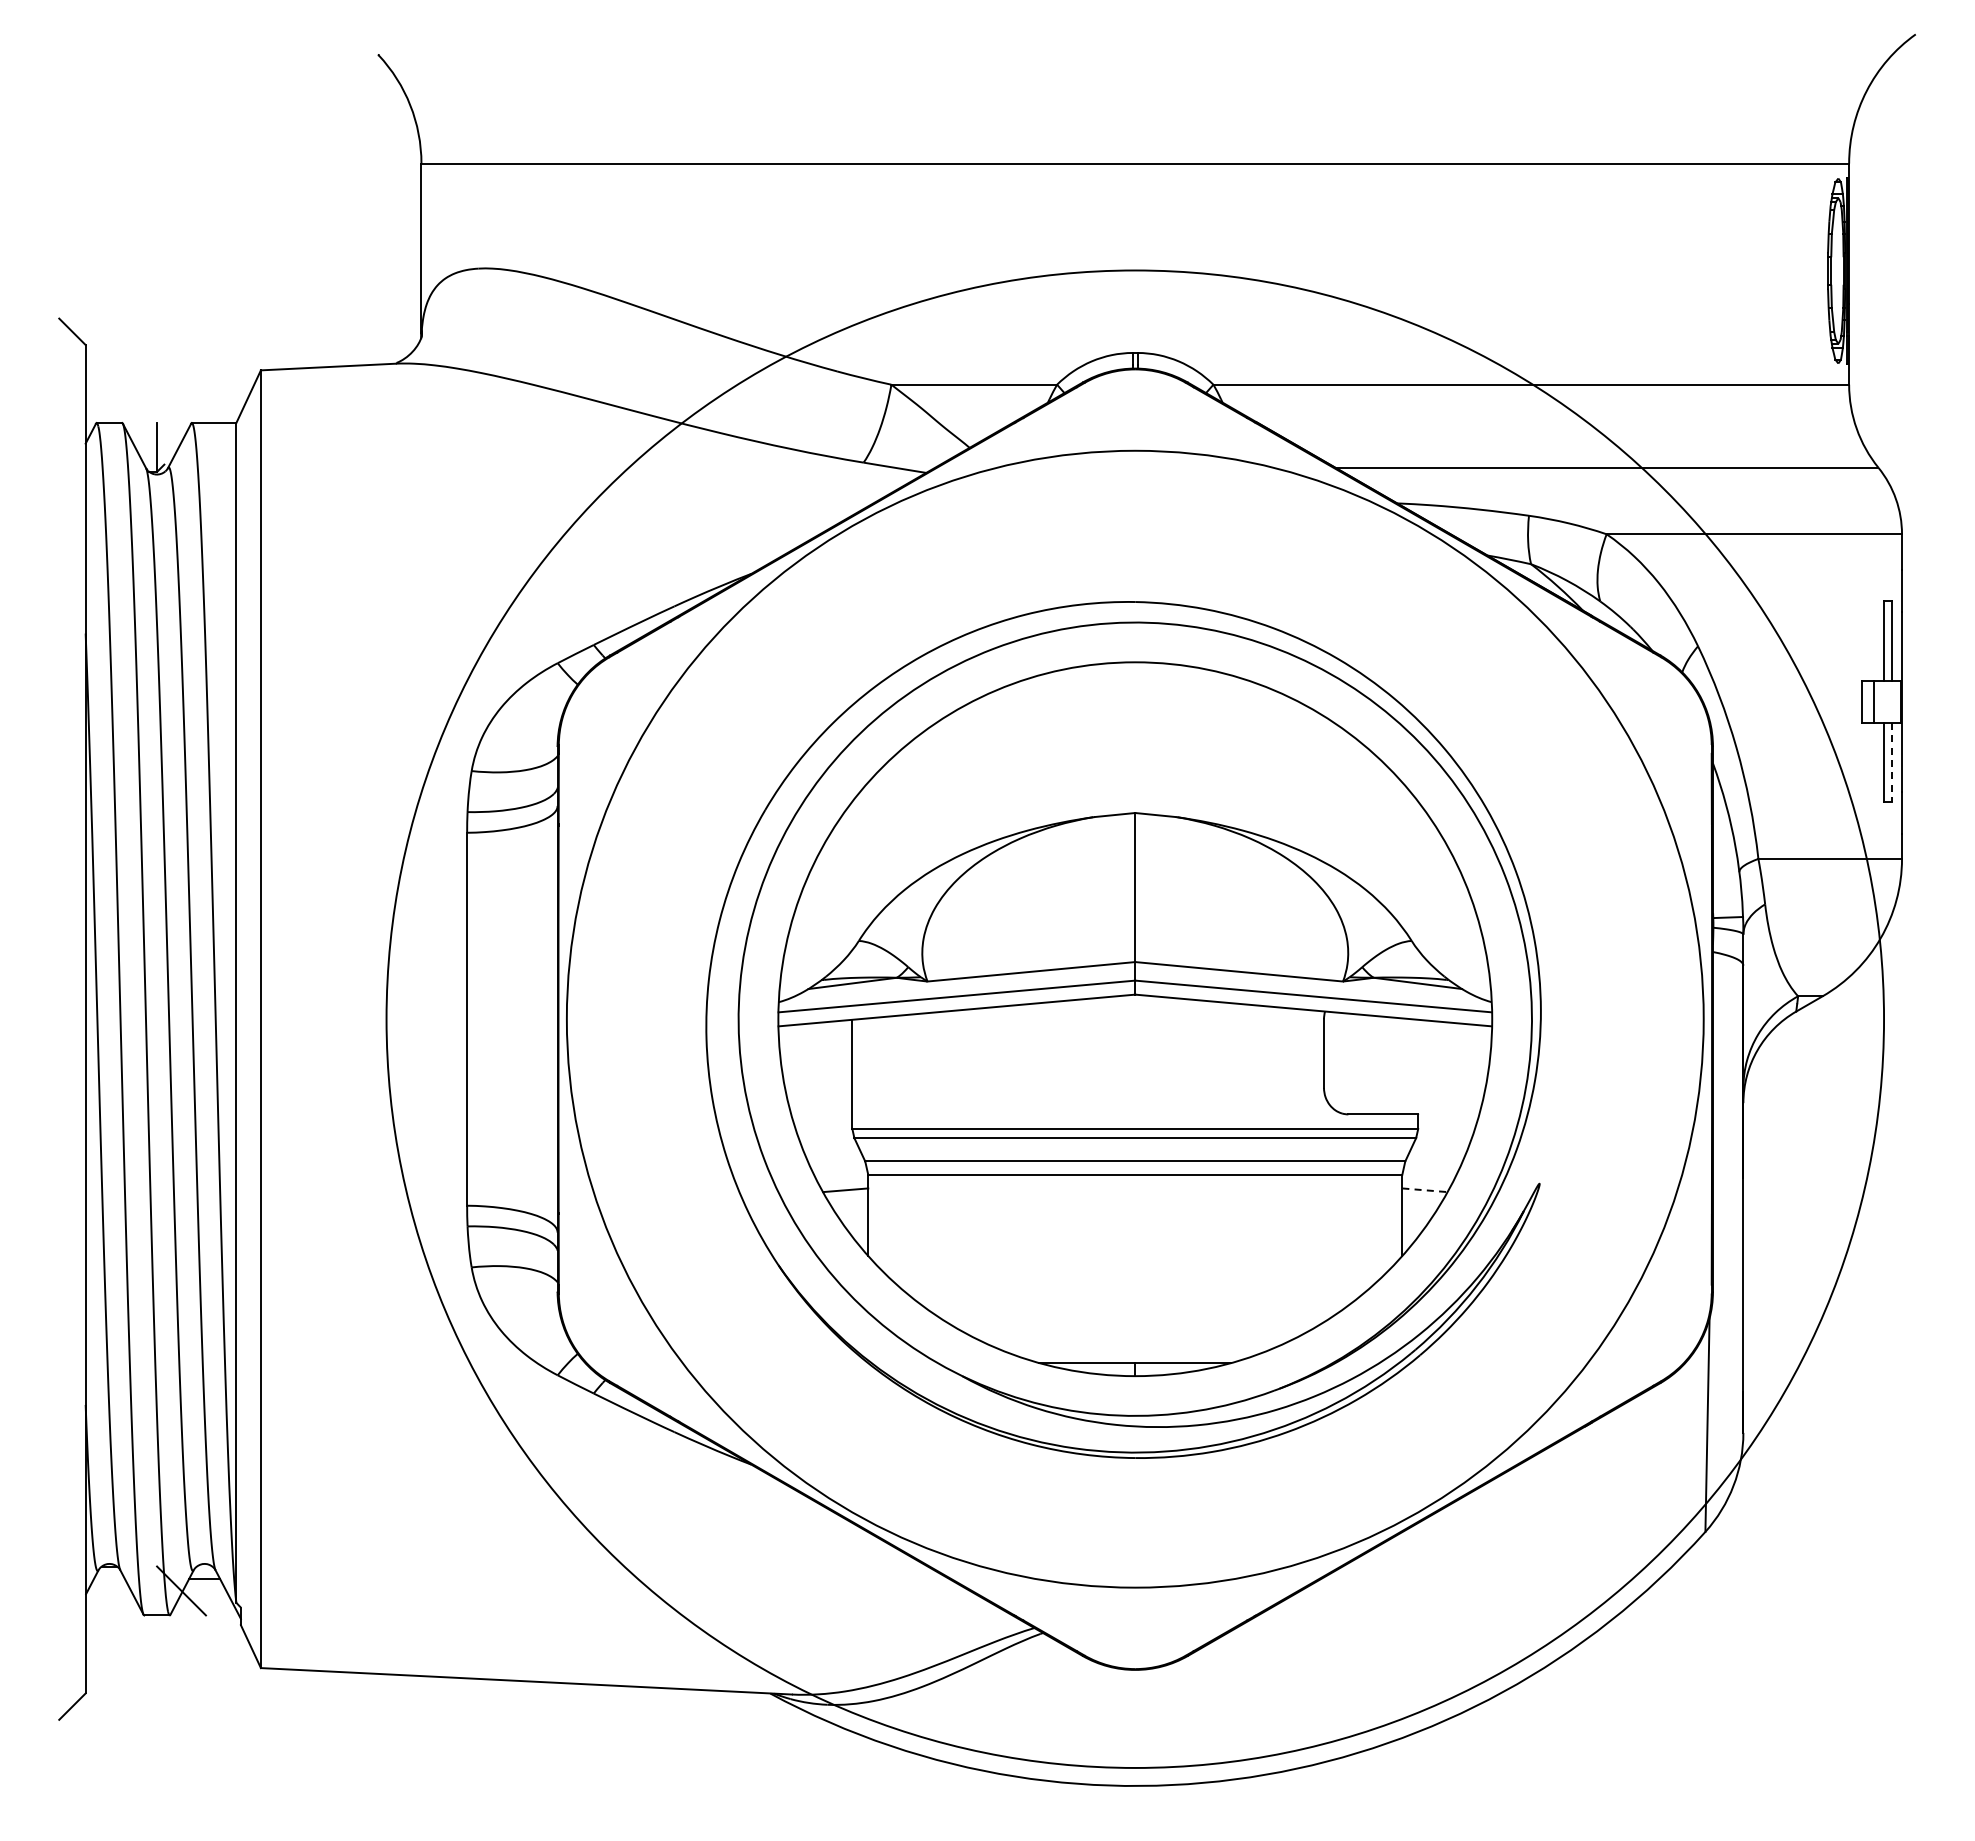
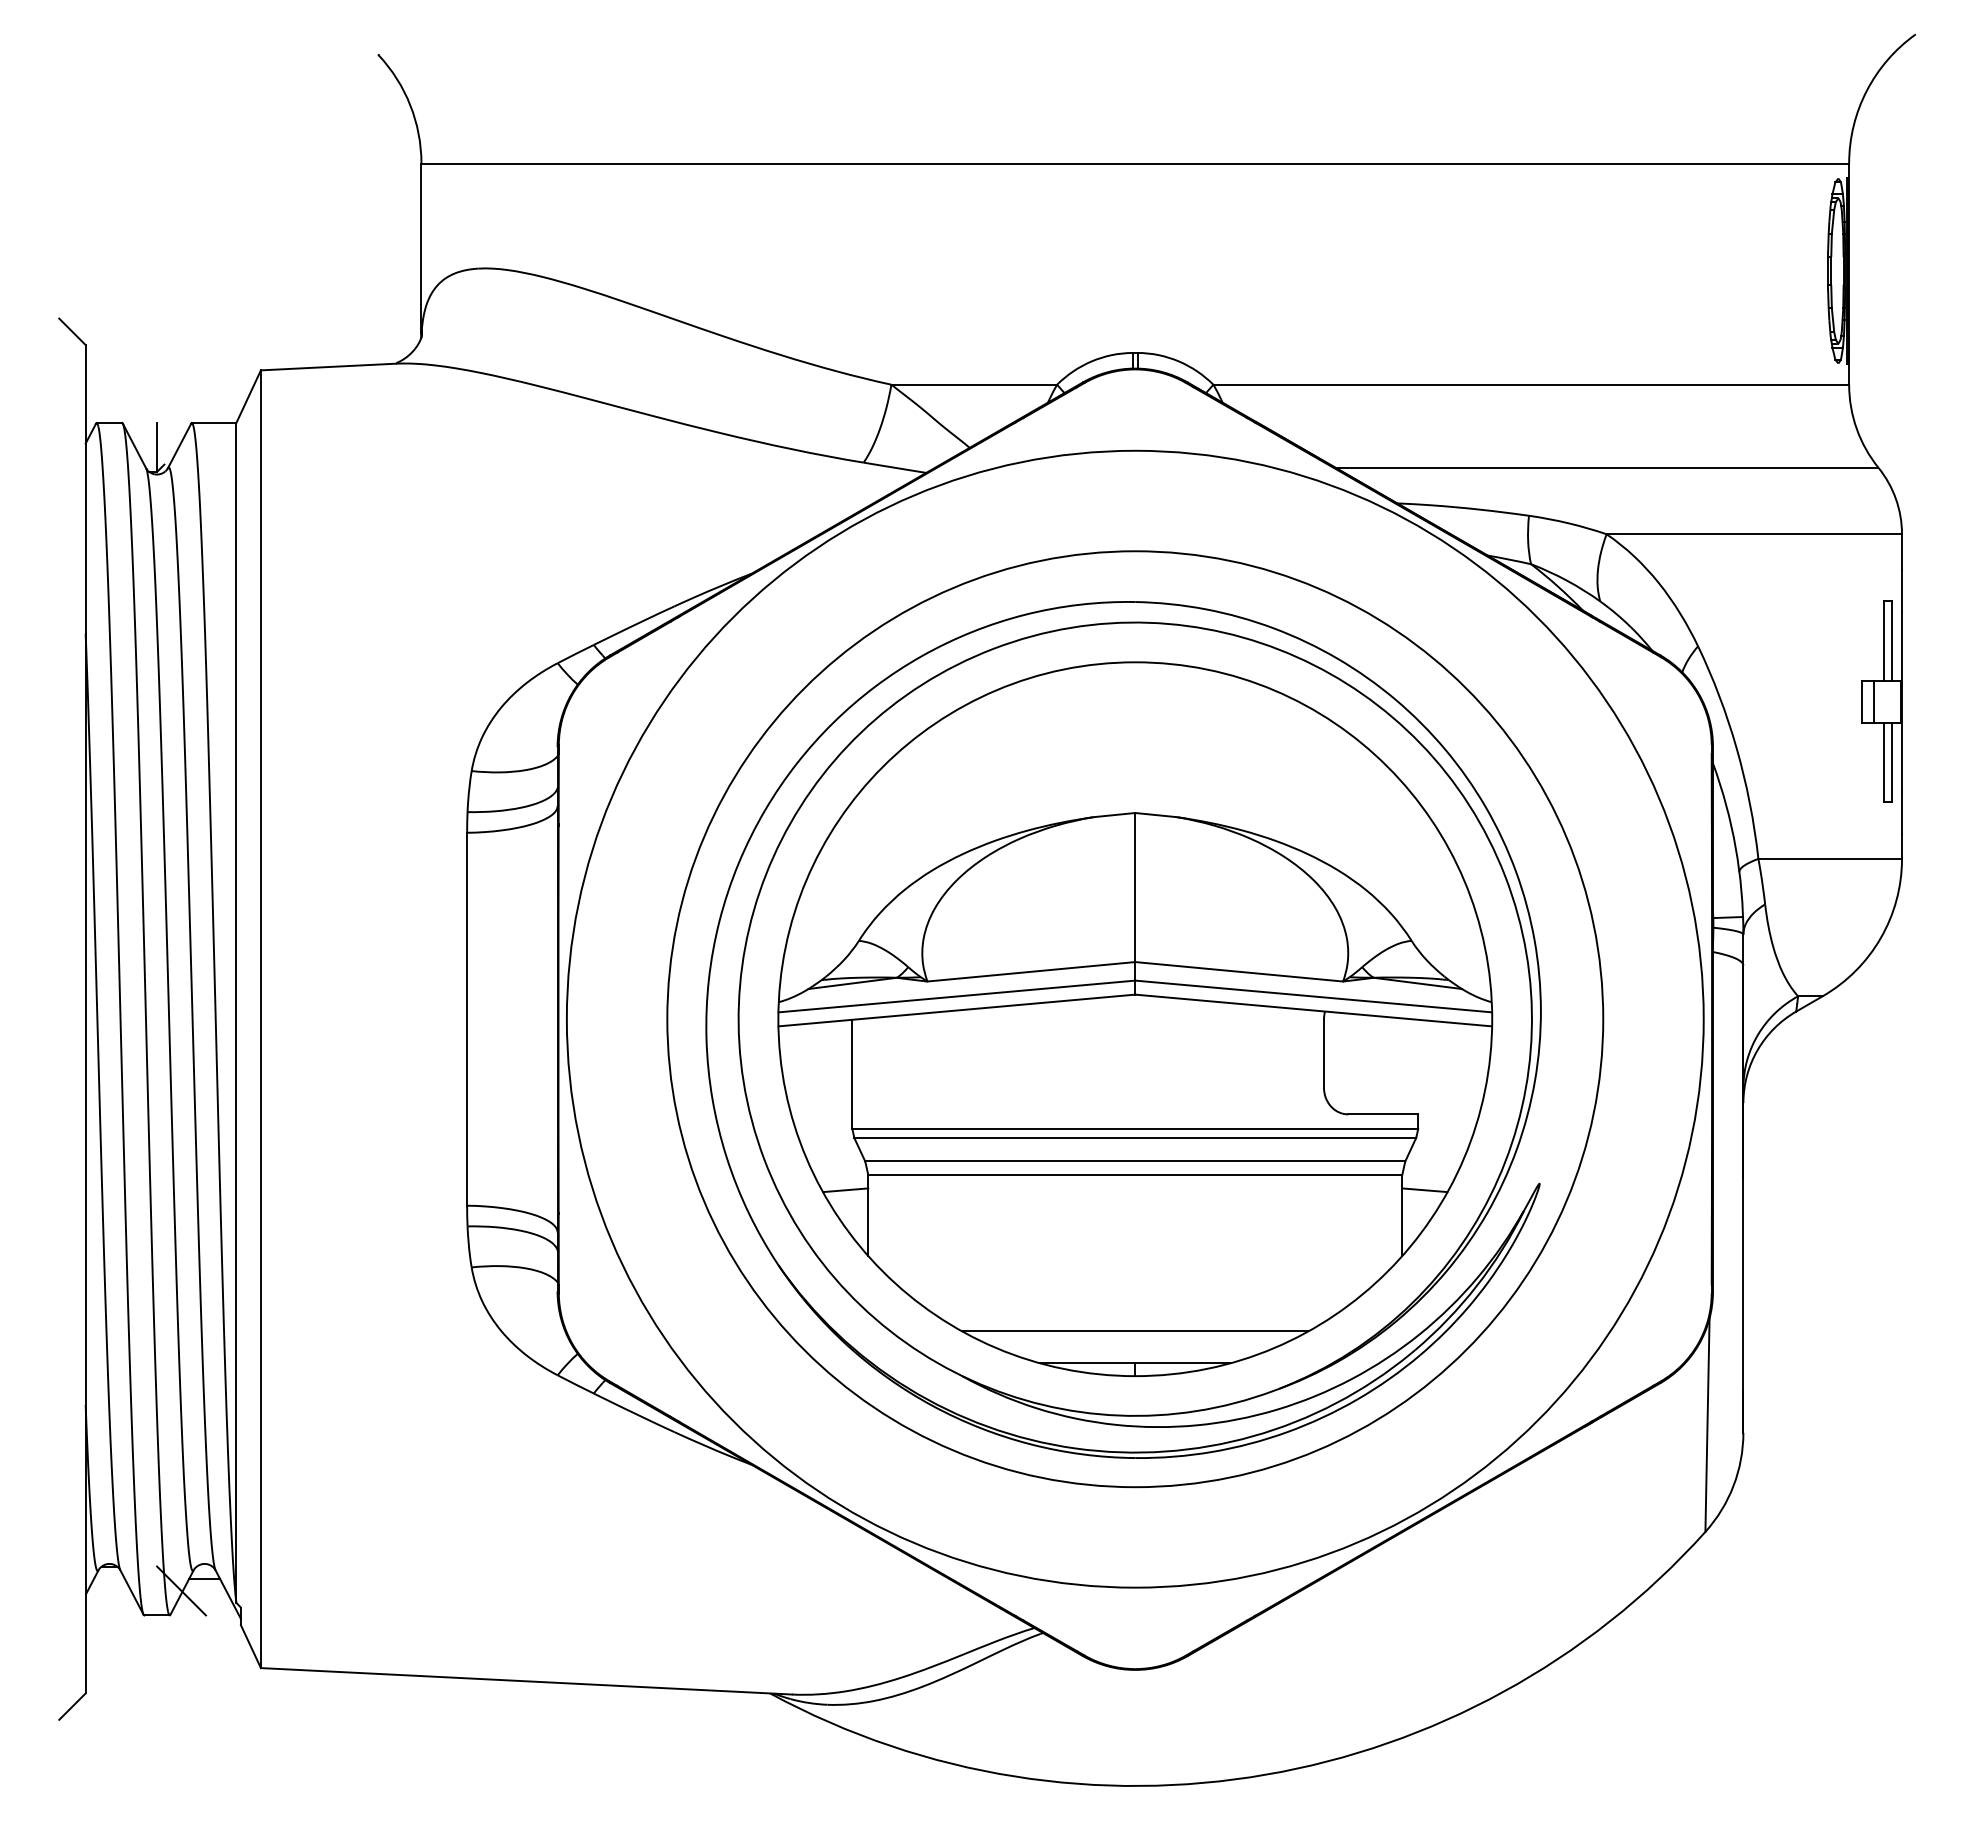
line at (1892, 762): dashed -> solid
circle at (1135, 1018) diameter: 1497 px -> 936 px
line at (1424, 1190): dashed -> solid
line at (1135, 1331): none -> present
